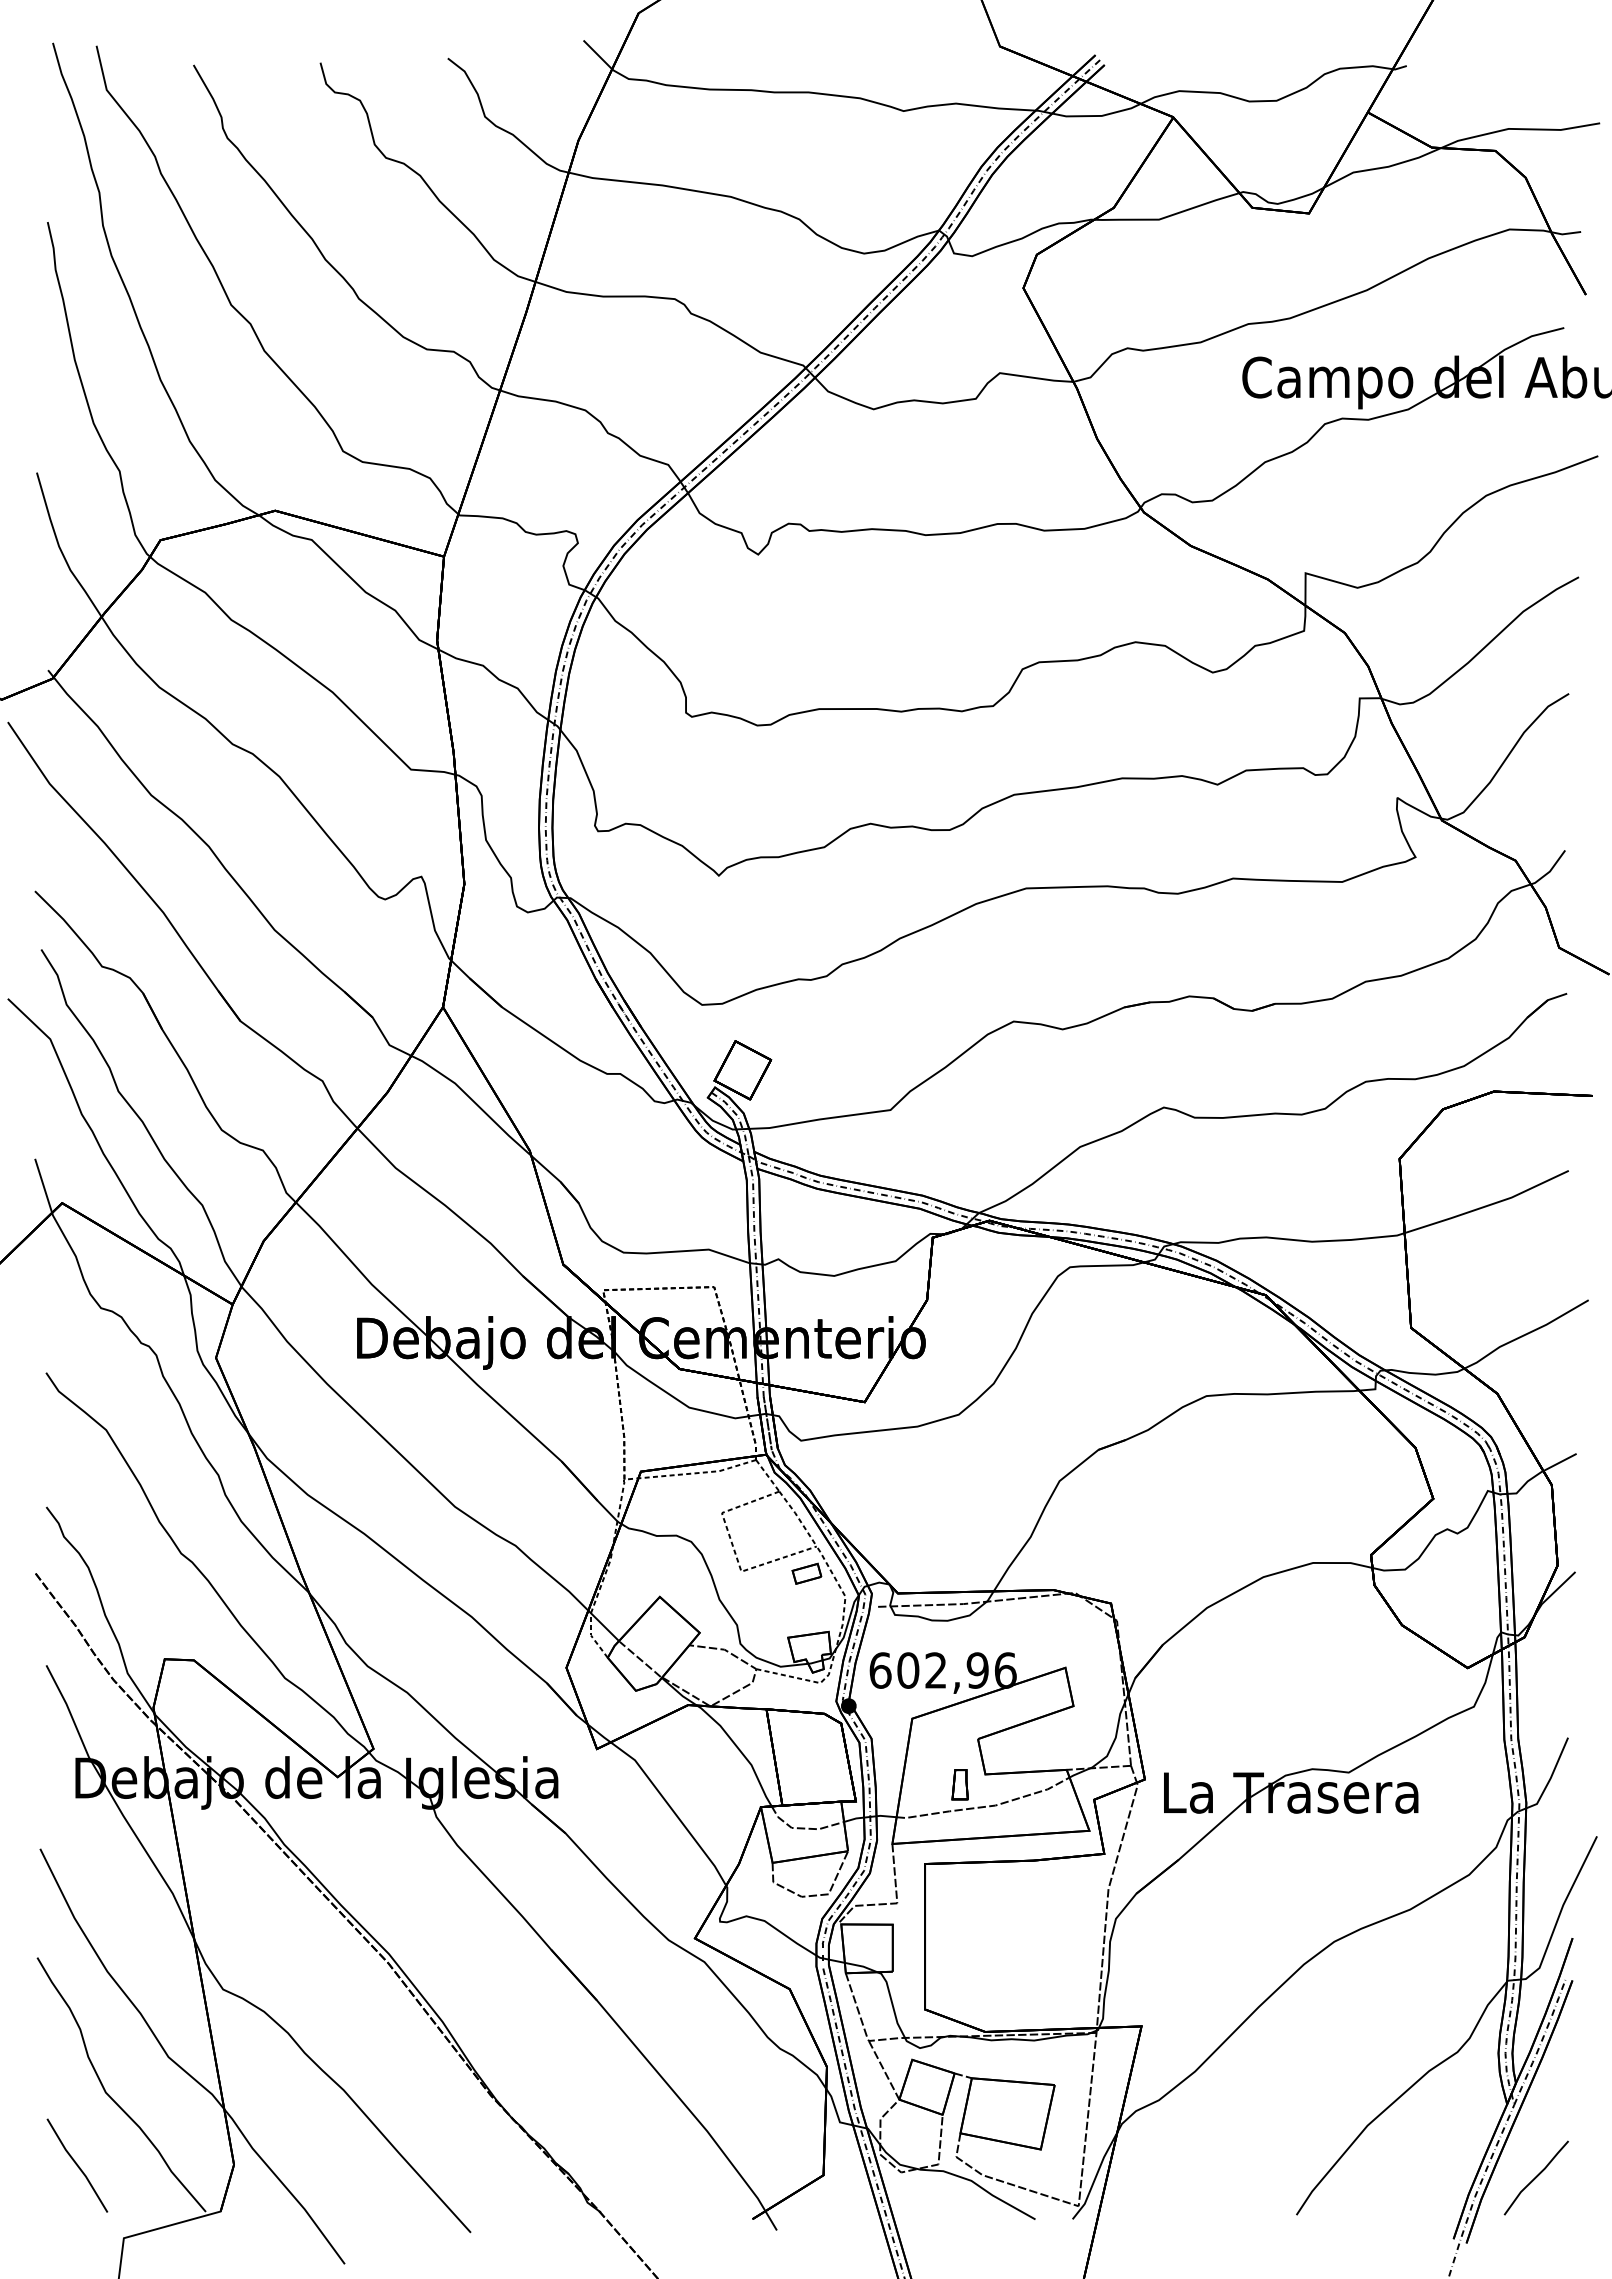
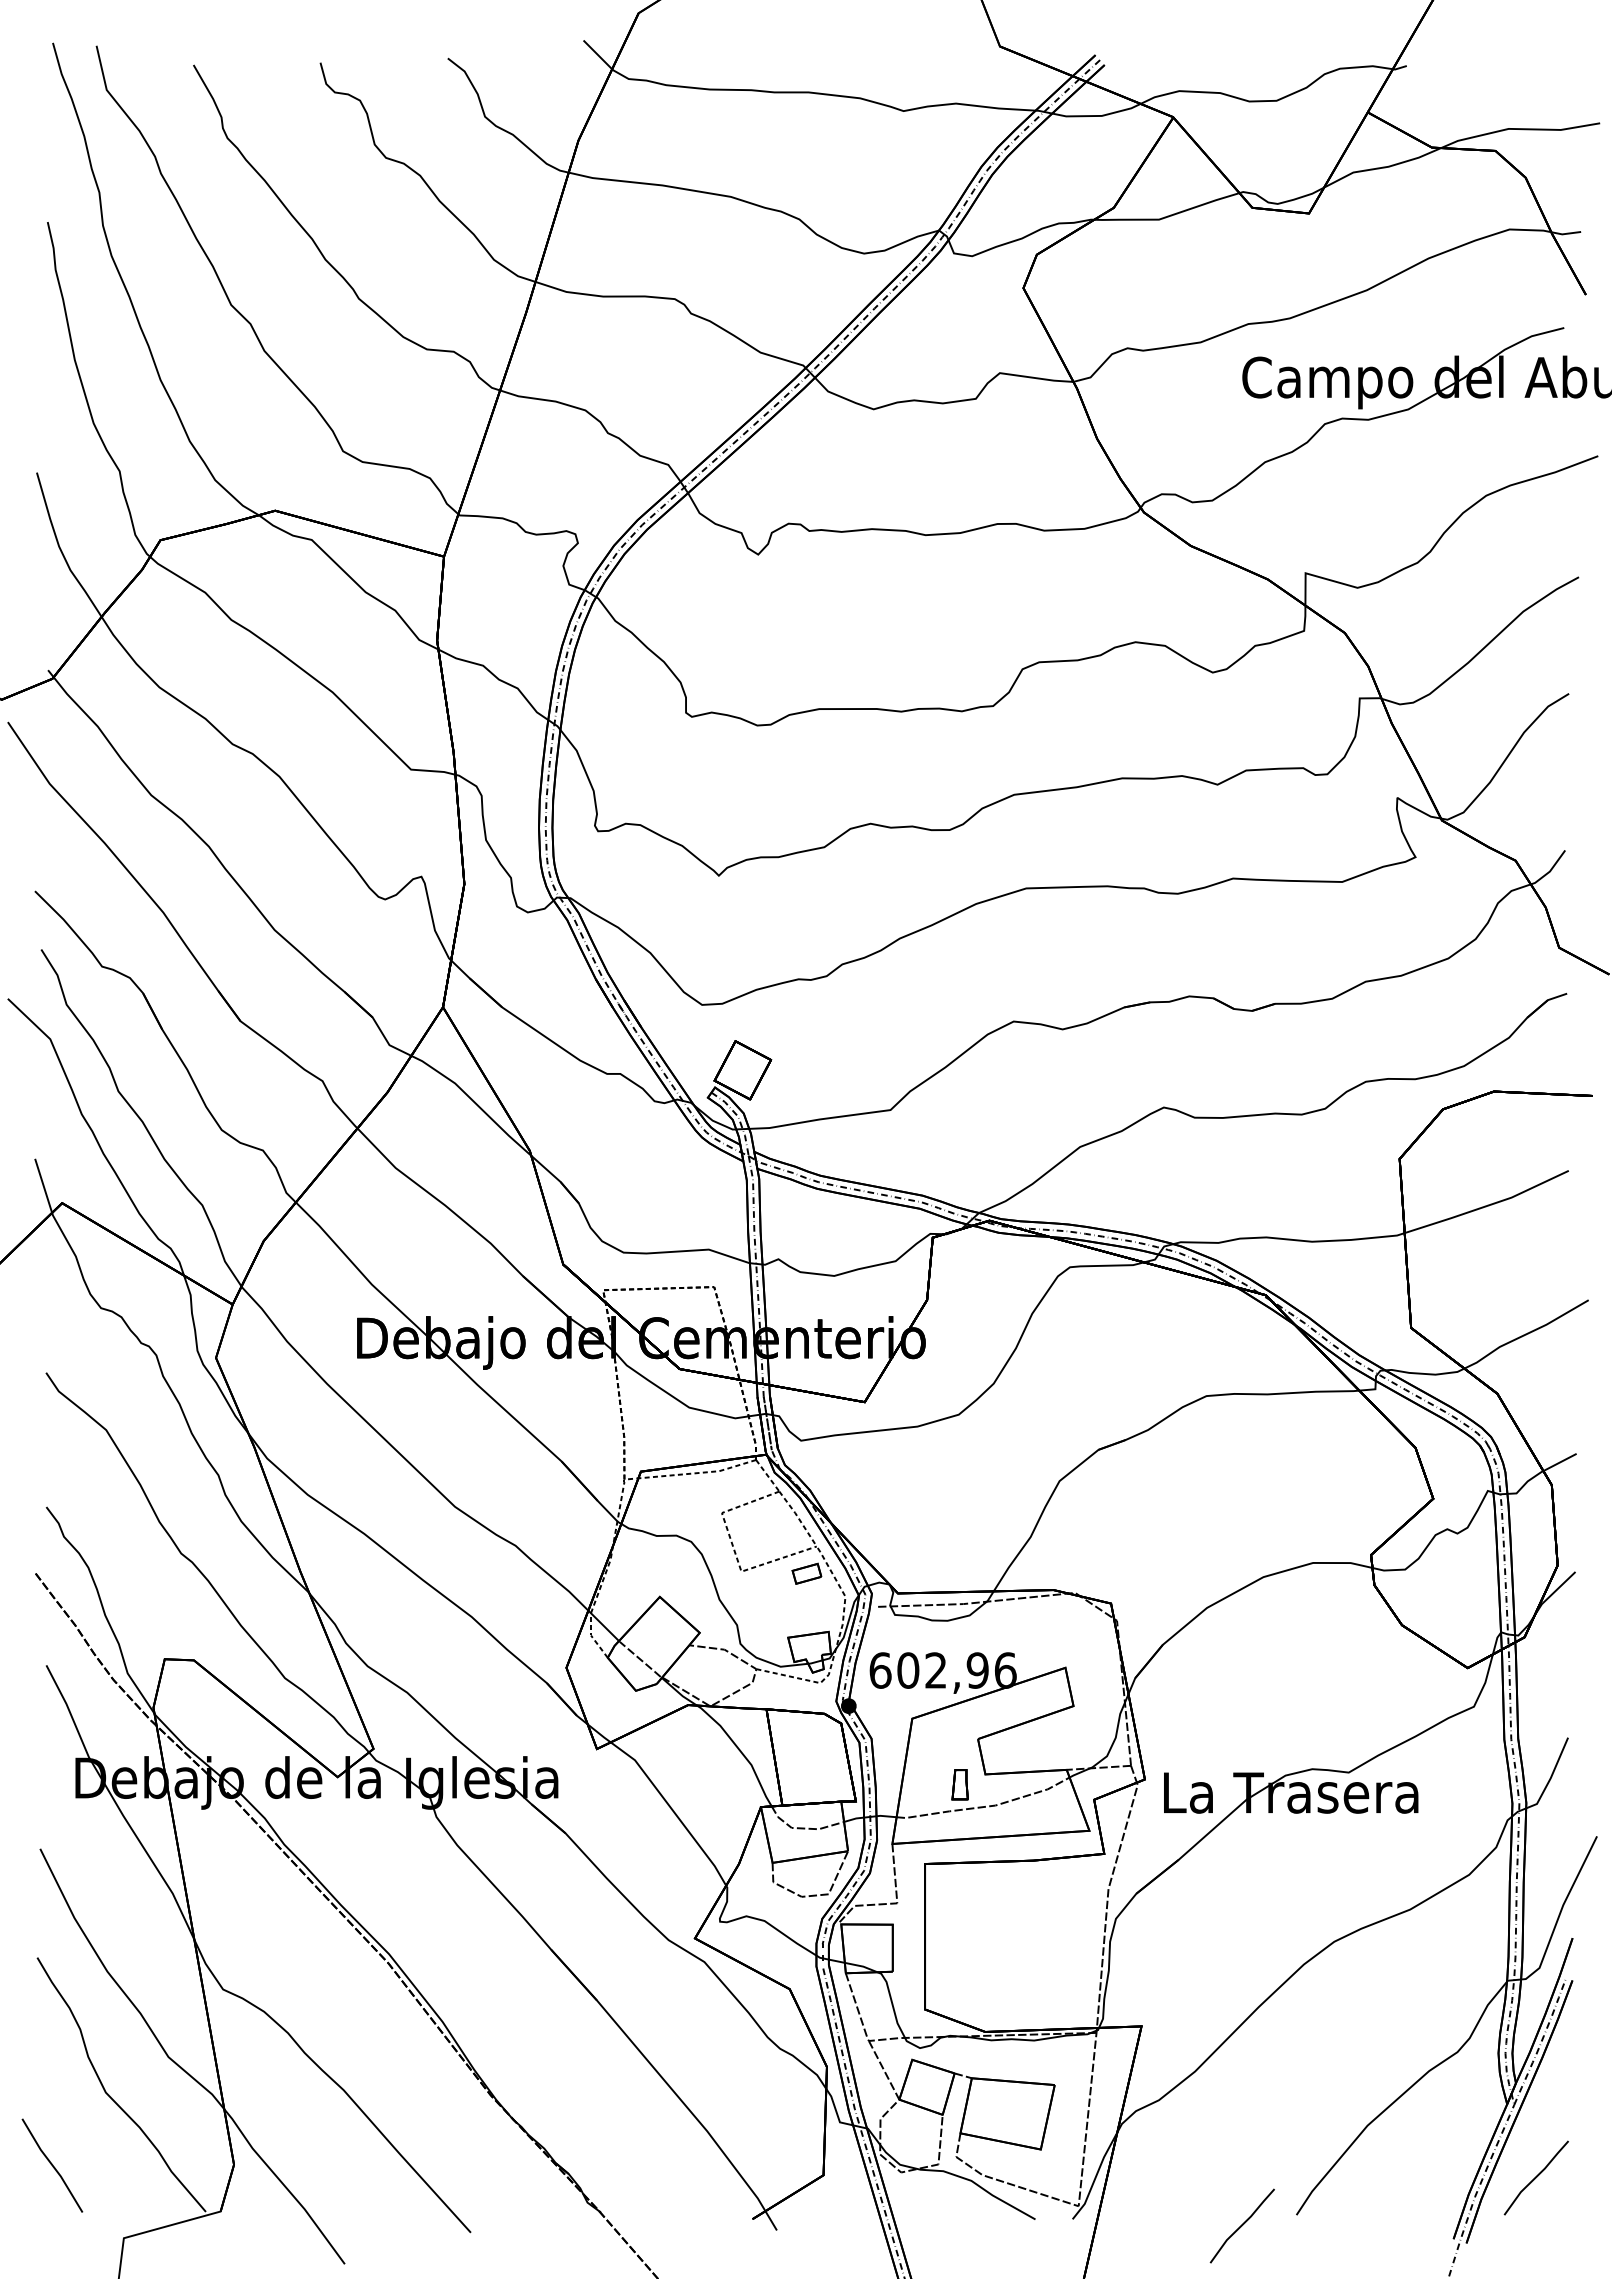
line at (77, 2165) position: (77, 2165) -> (52, 2165)
line at (1241, 2225): none -> present
